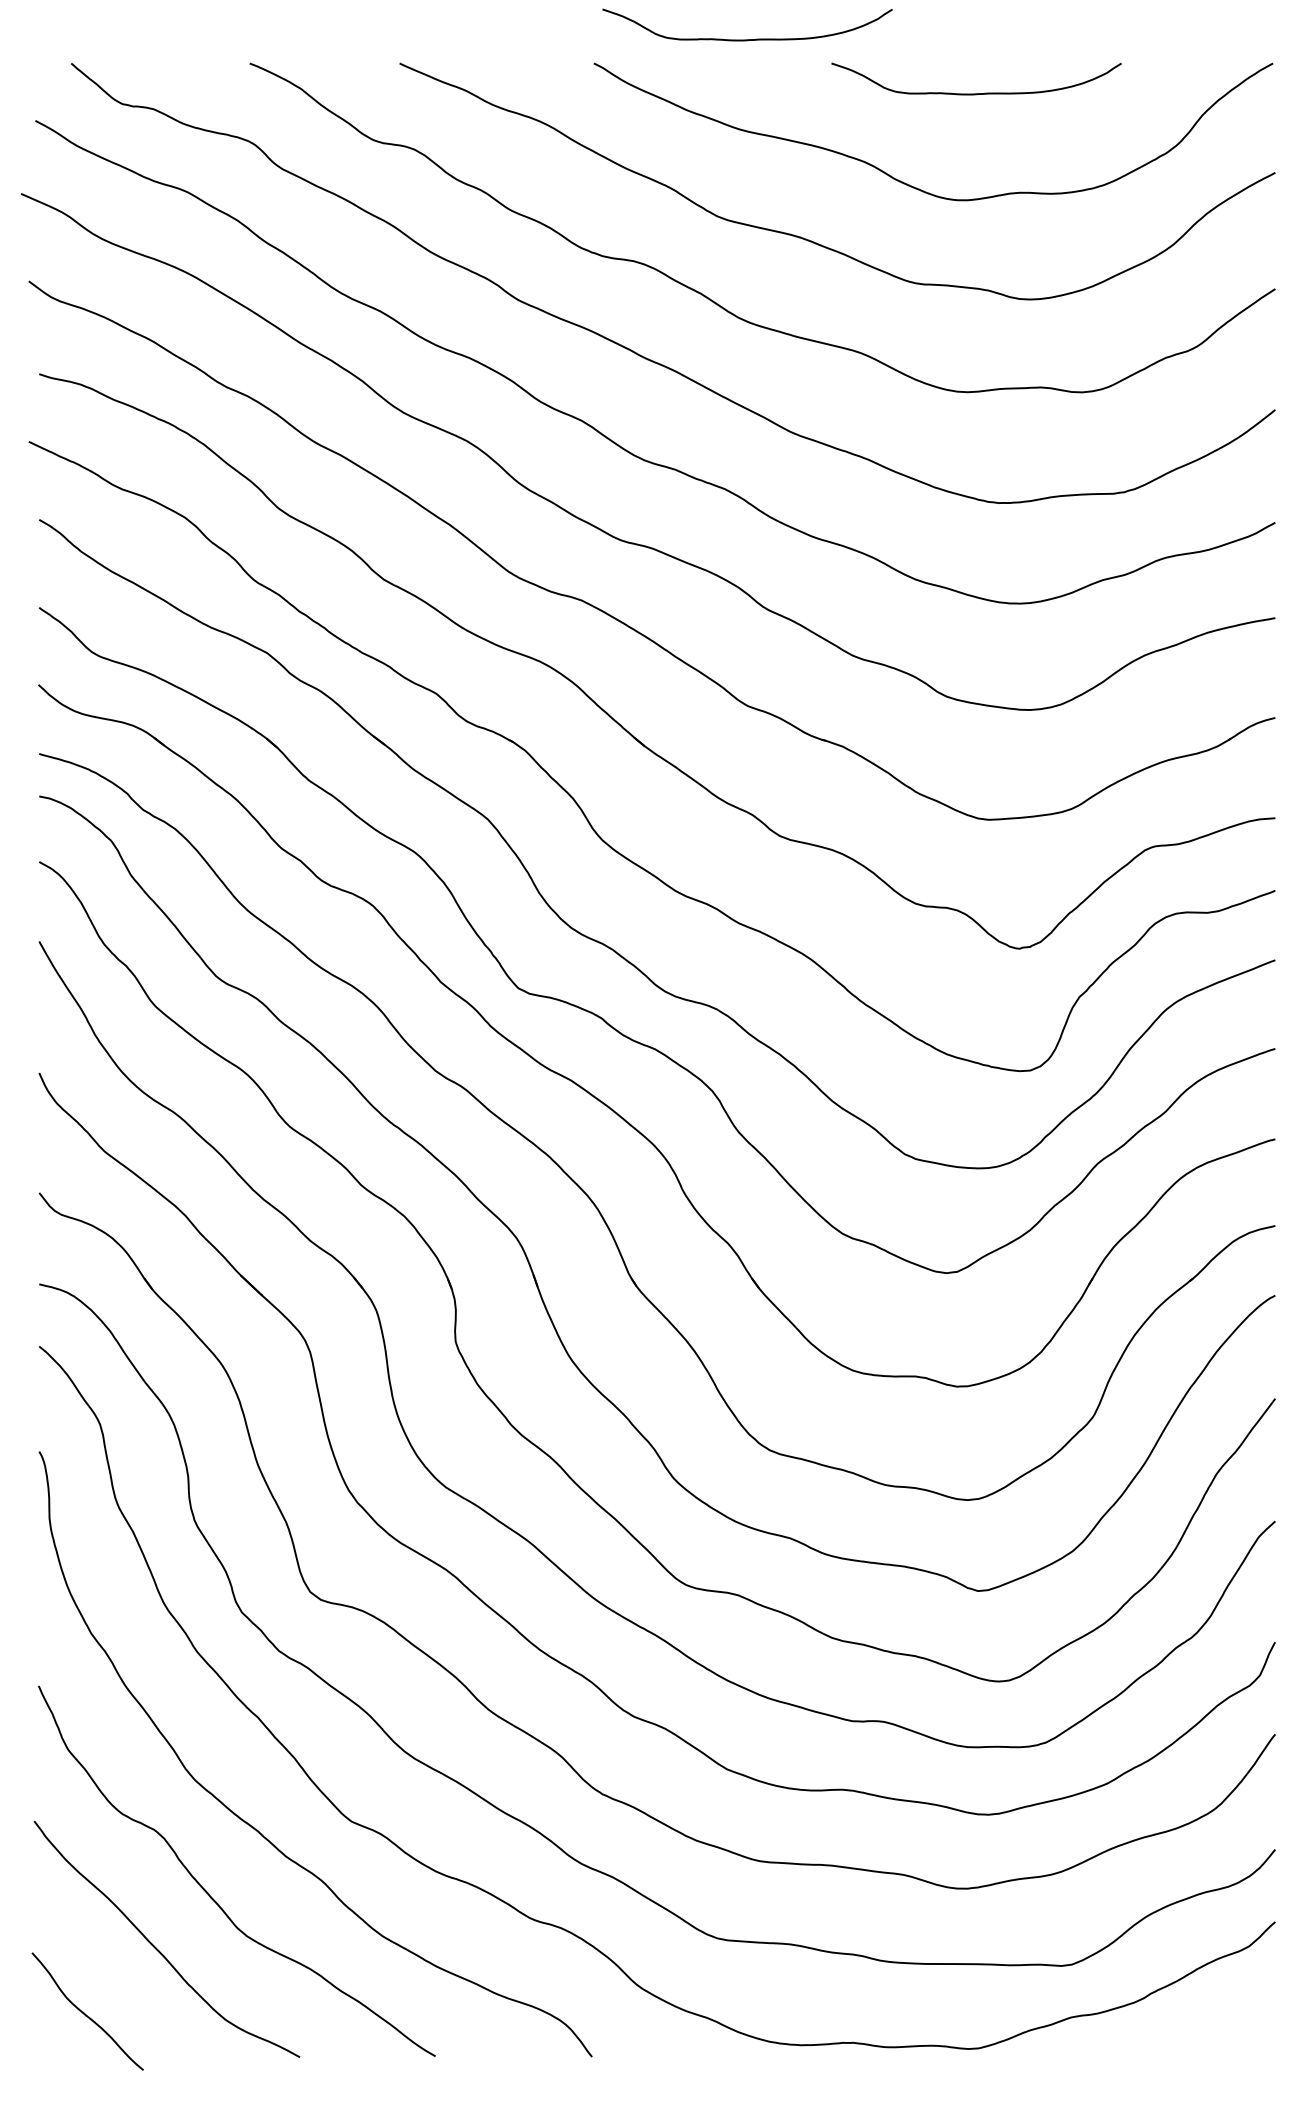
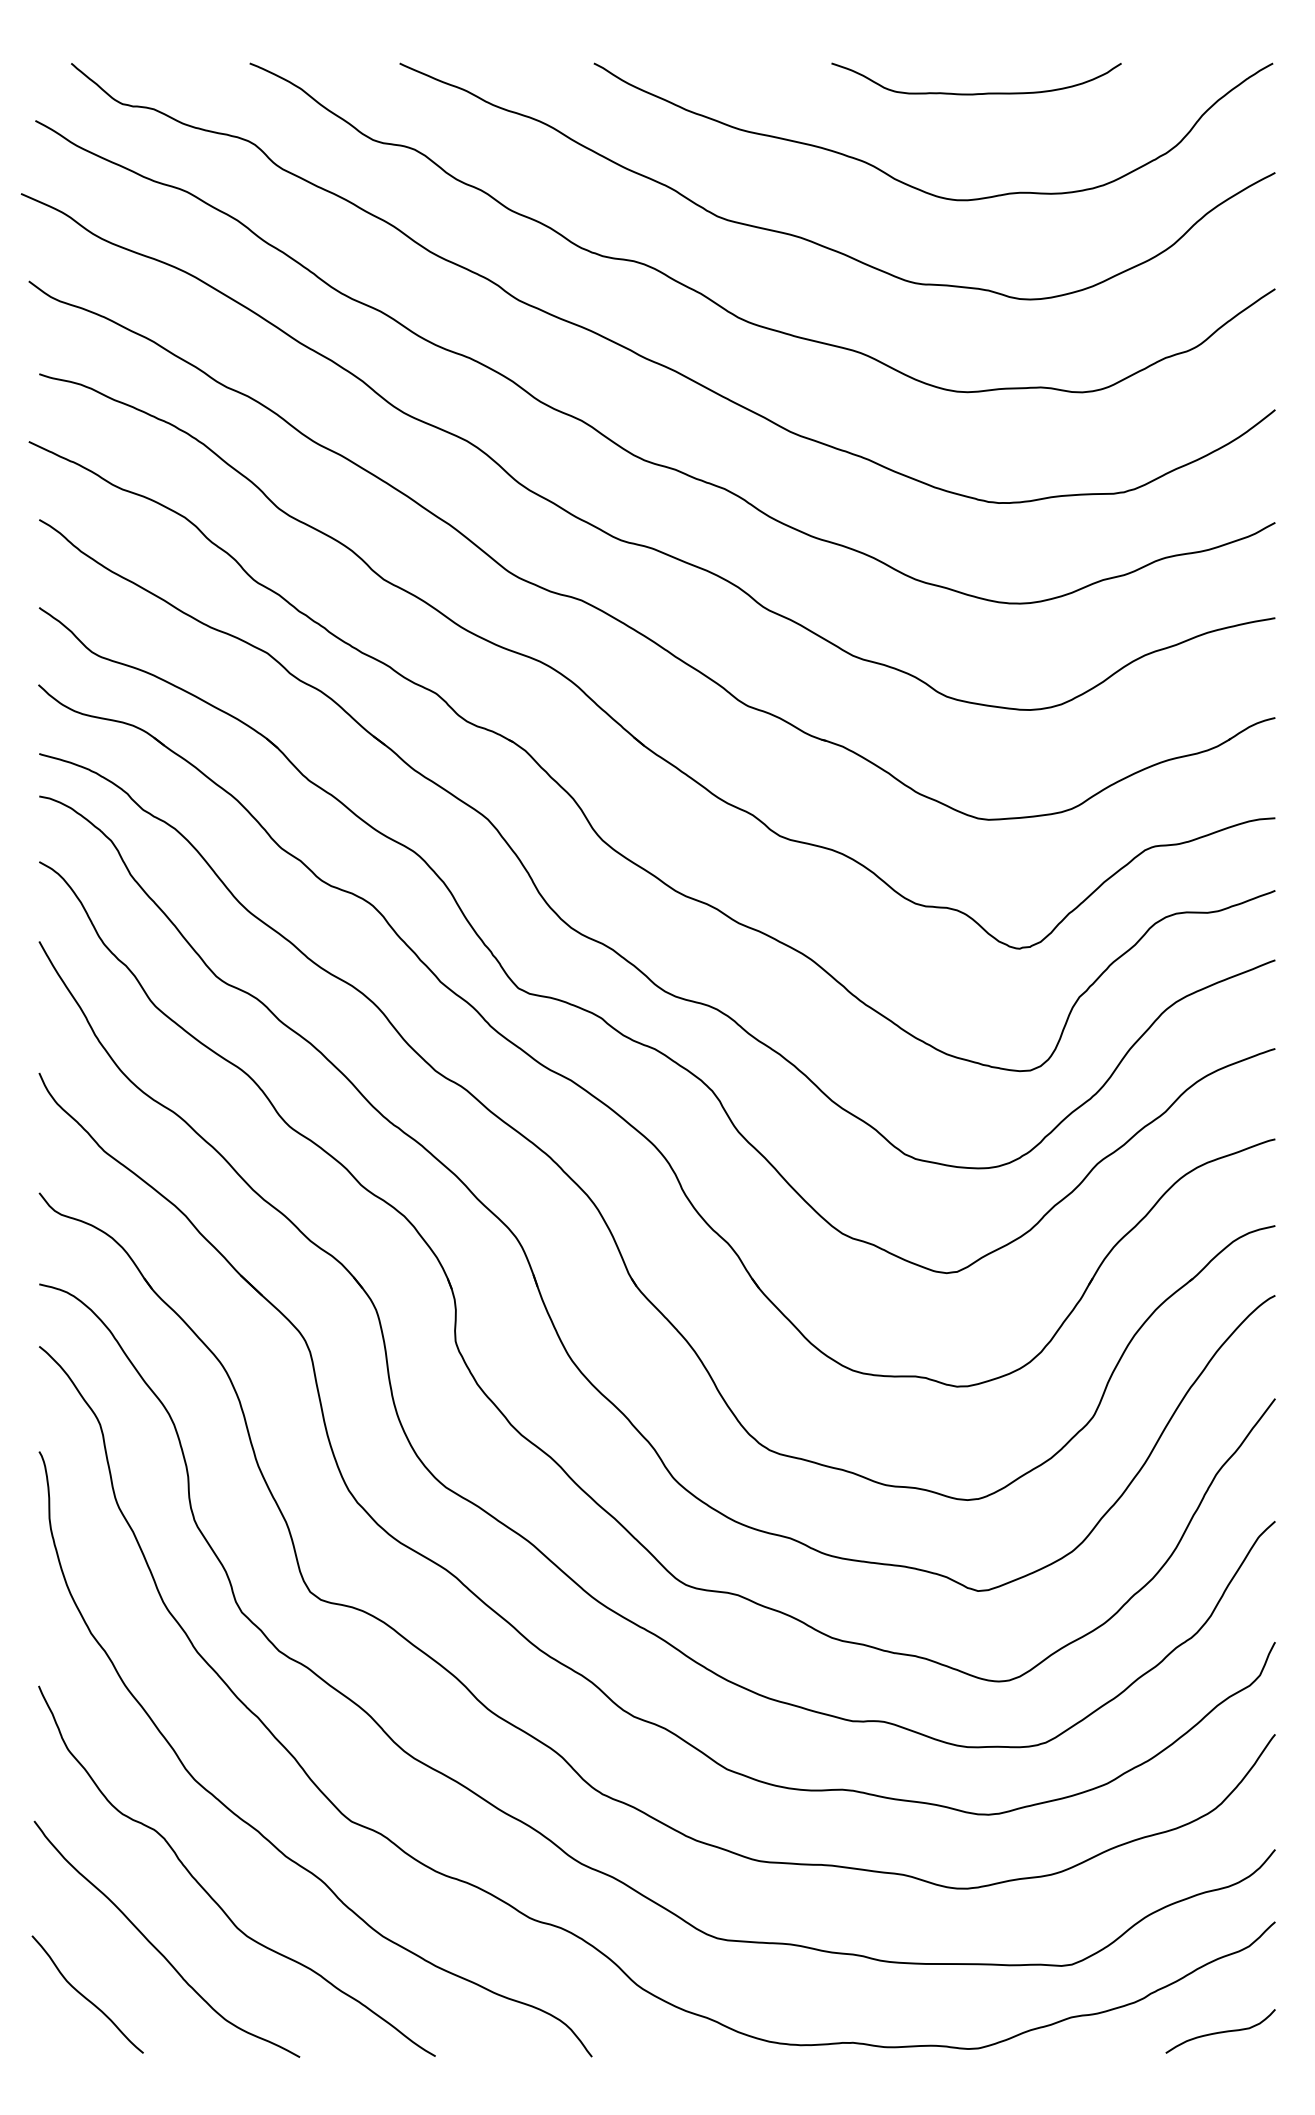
curve at (747, 39): present -> none
curve at (85, 2013) position: (85, 2013) -> (85, 1996)
curve at (1220, 2031): none -> present
